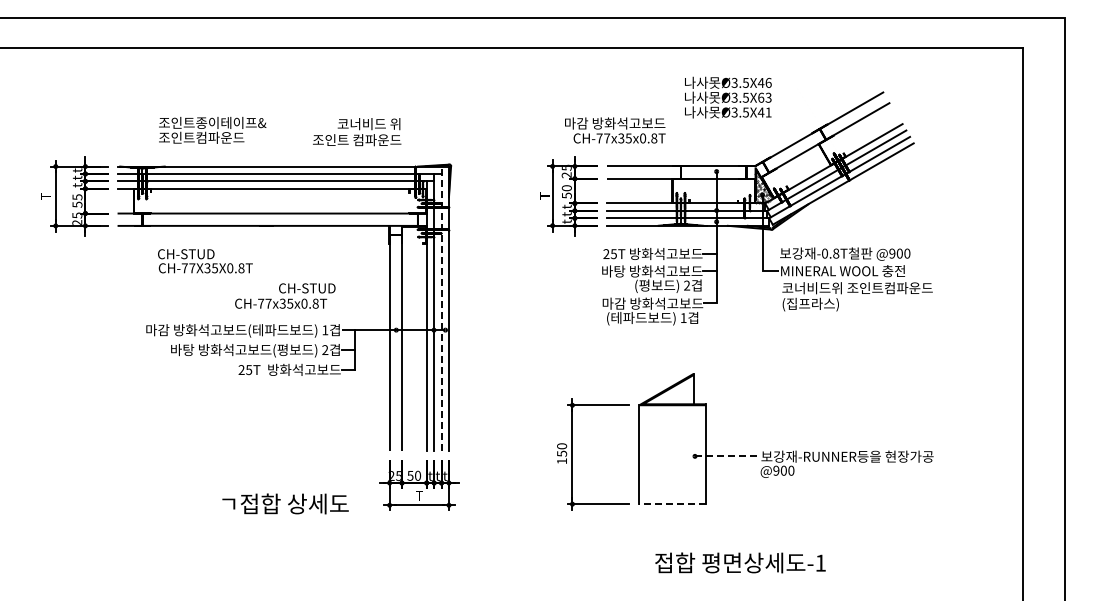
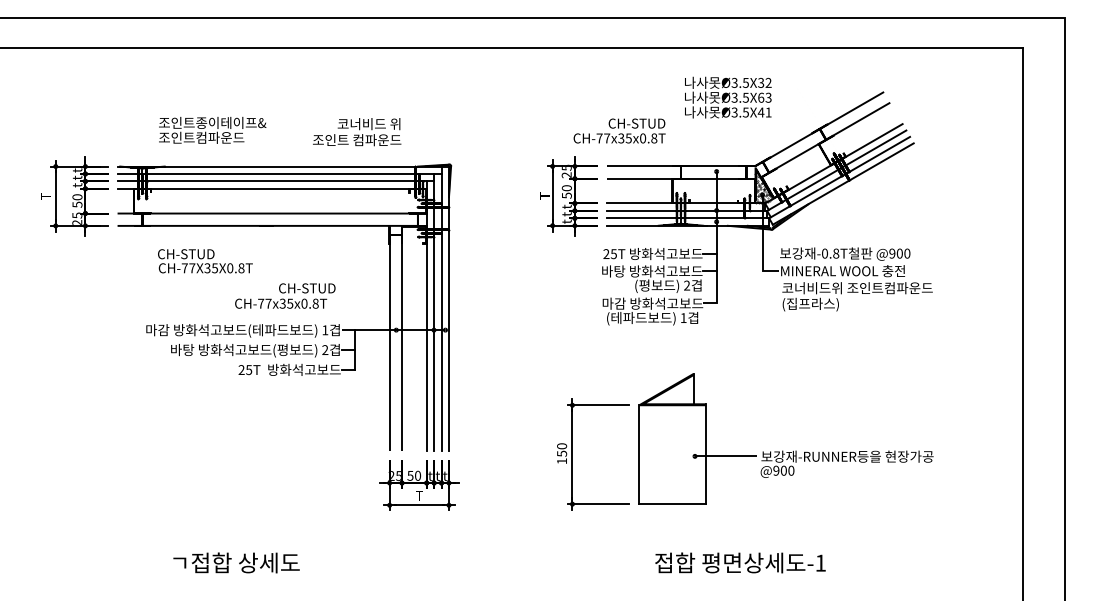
text at (764, 82): Ø3.5X46 -> Ø3.5X32
text at (615, 123): 마감 방화석고보드 -> CH-STUD
text at (77, 197): 55 -> 50
line at (441, 308): dashed -> solid
line at (726, 456): dashed -> solid
text at (285, 503) position: (285, 503) -> (236, 562)
line at (672, 504): dashed -> solid
